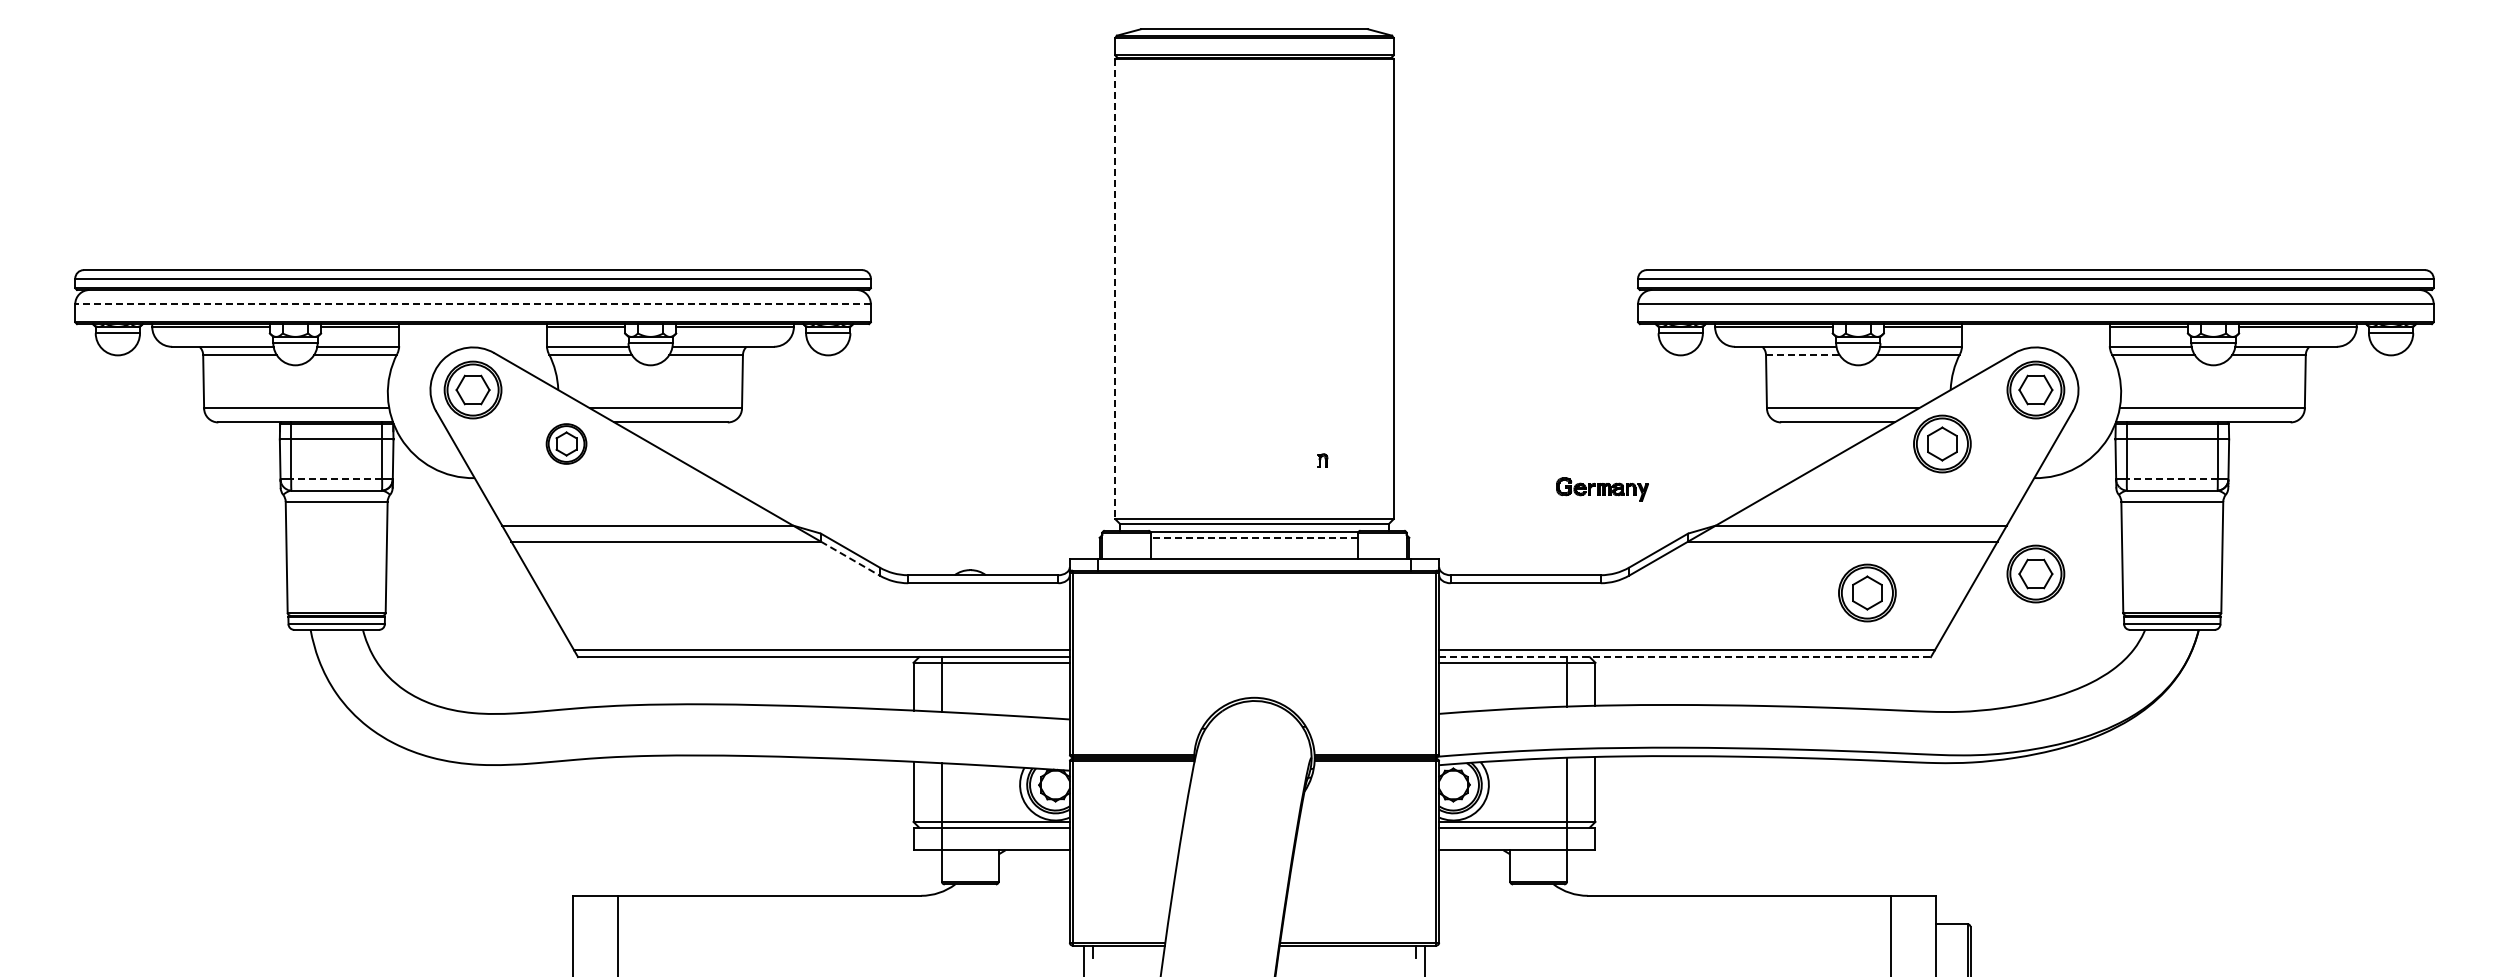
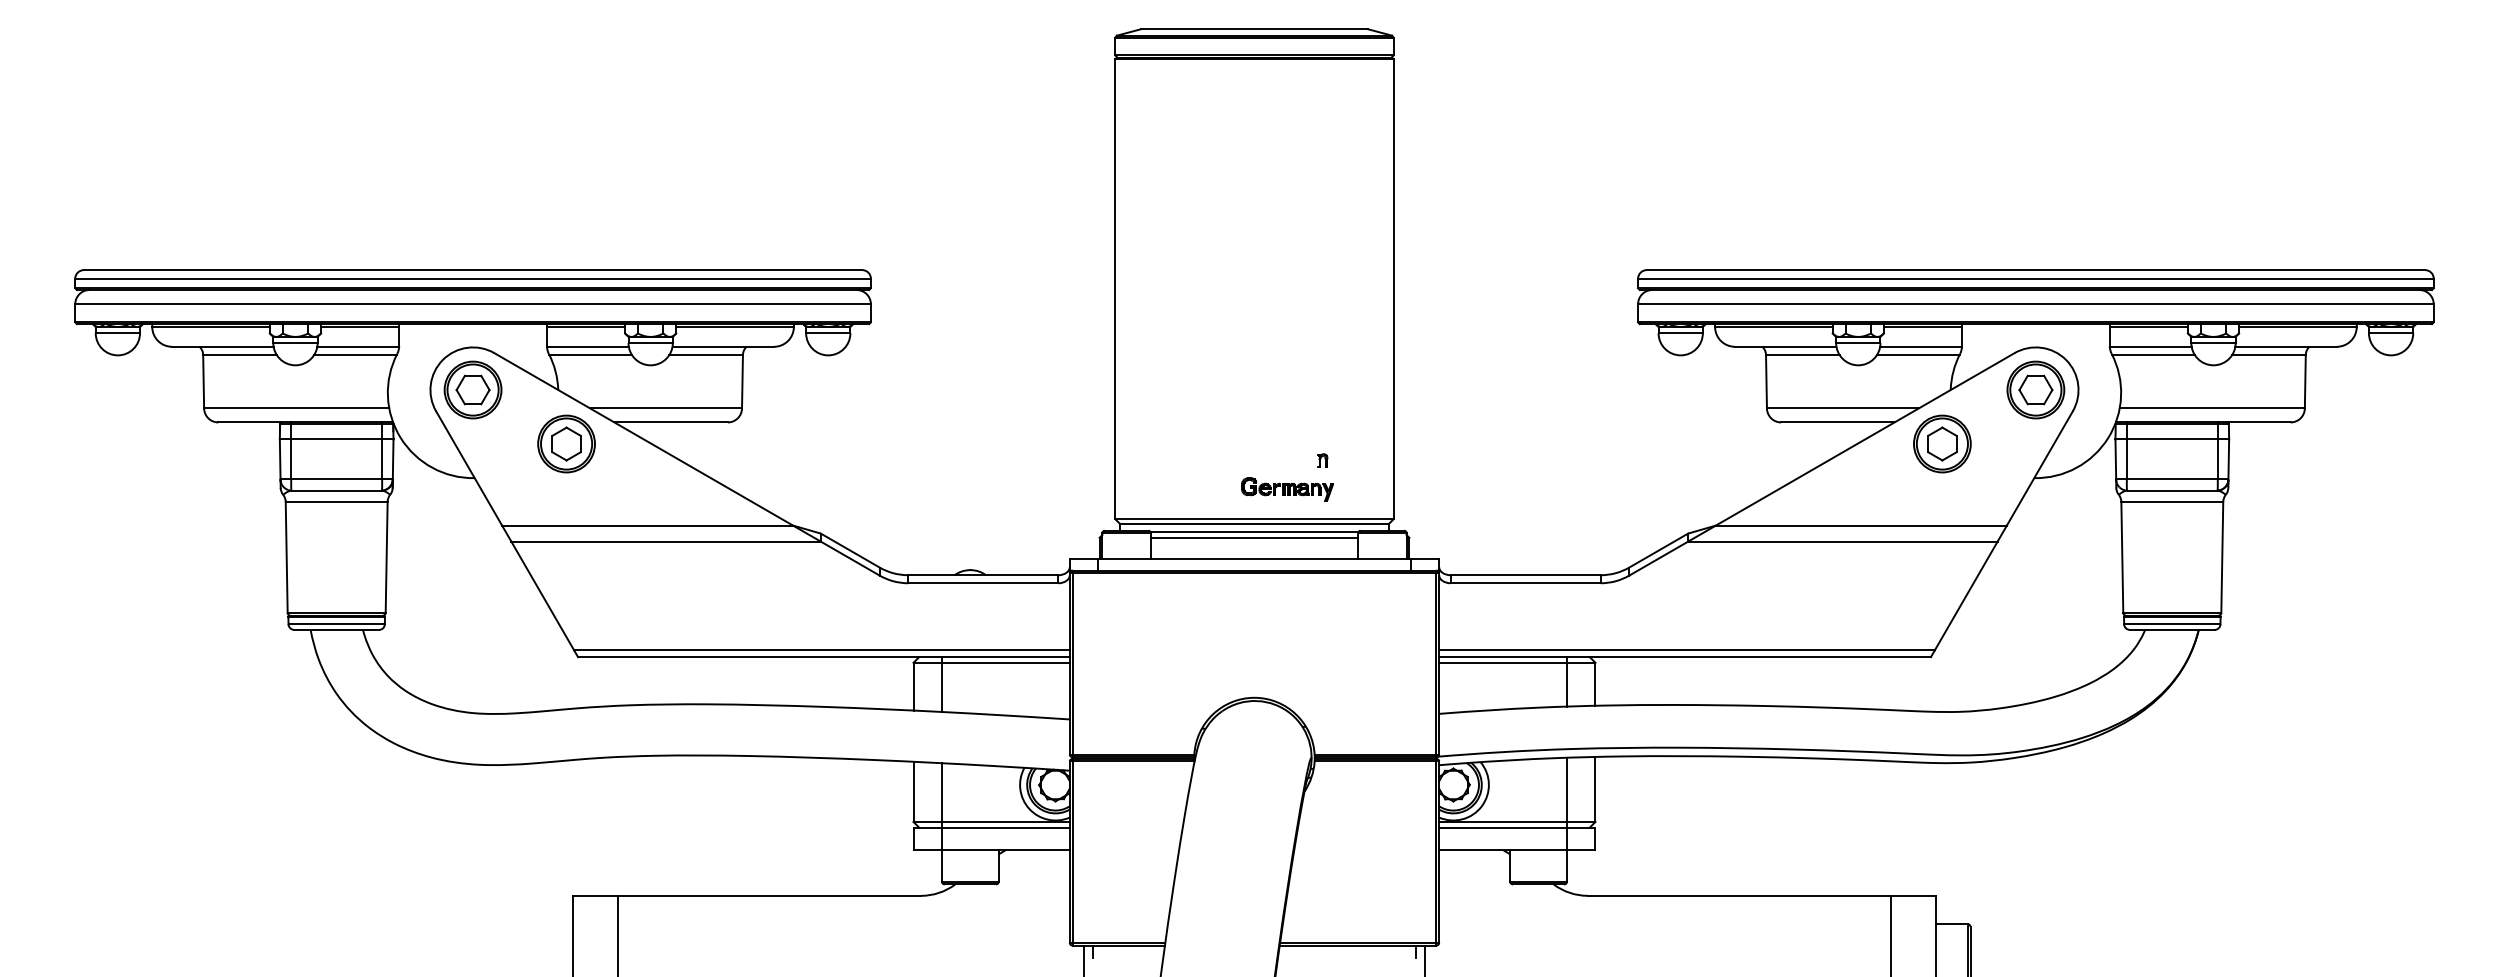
line at (1115, 289): dashed -> solid
line at (473, 304): dashed -> solid
line at (1802, 354): dashed -> solid
part at (566, 443) size: 43x42 px -> 59x60 px
line at (336, 479): dashed -> solid
line at (2171, 479): dashed -> solid
part at (1602, 489) position: (1602, 489) -> (1287, 489)
line at (1254, 537): dashed -> solid
line at (850, 558): dashed -> solid
part at (2035, 573): present -> none
part at (1867, 592): present -> none
line at (1685, 657): dashed -> solid
